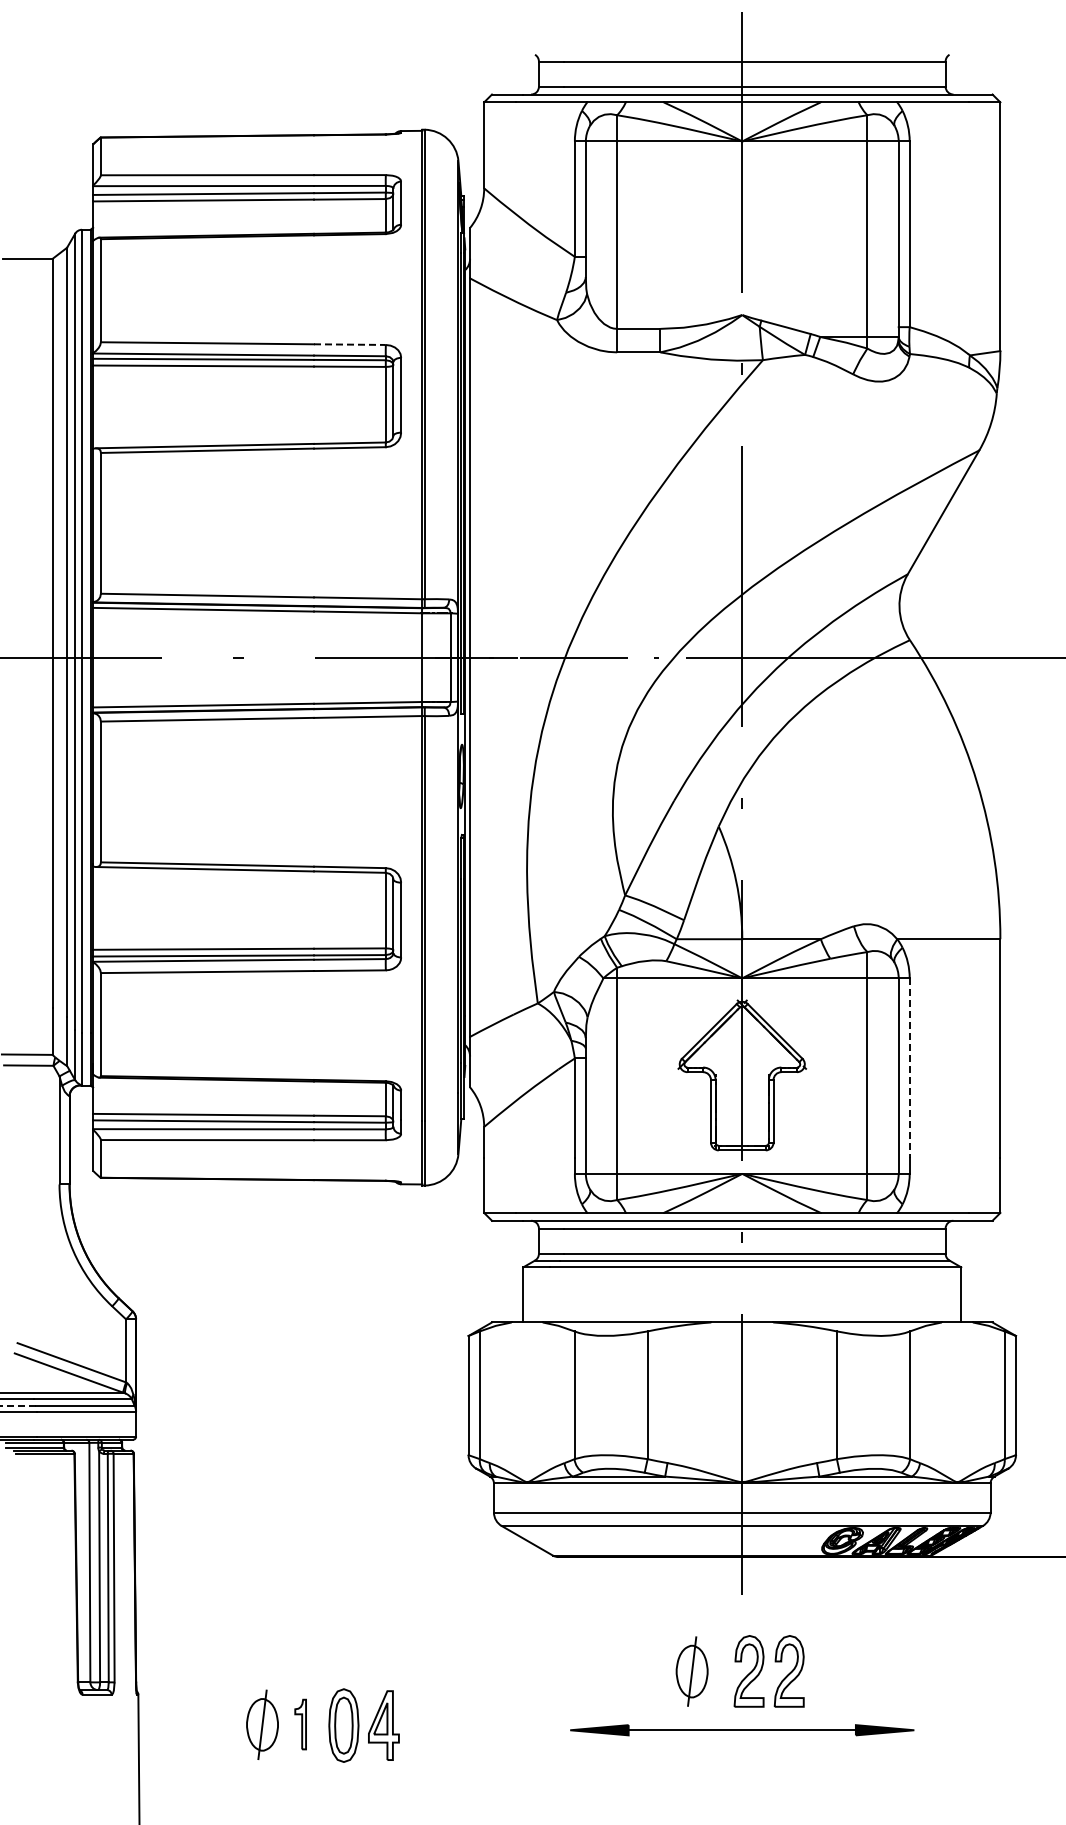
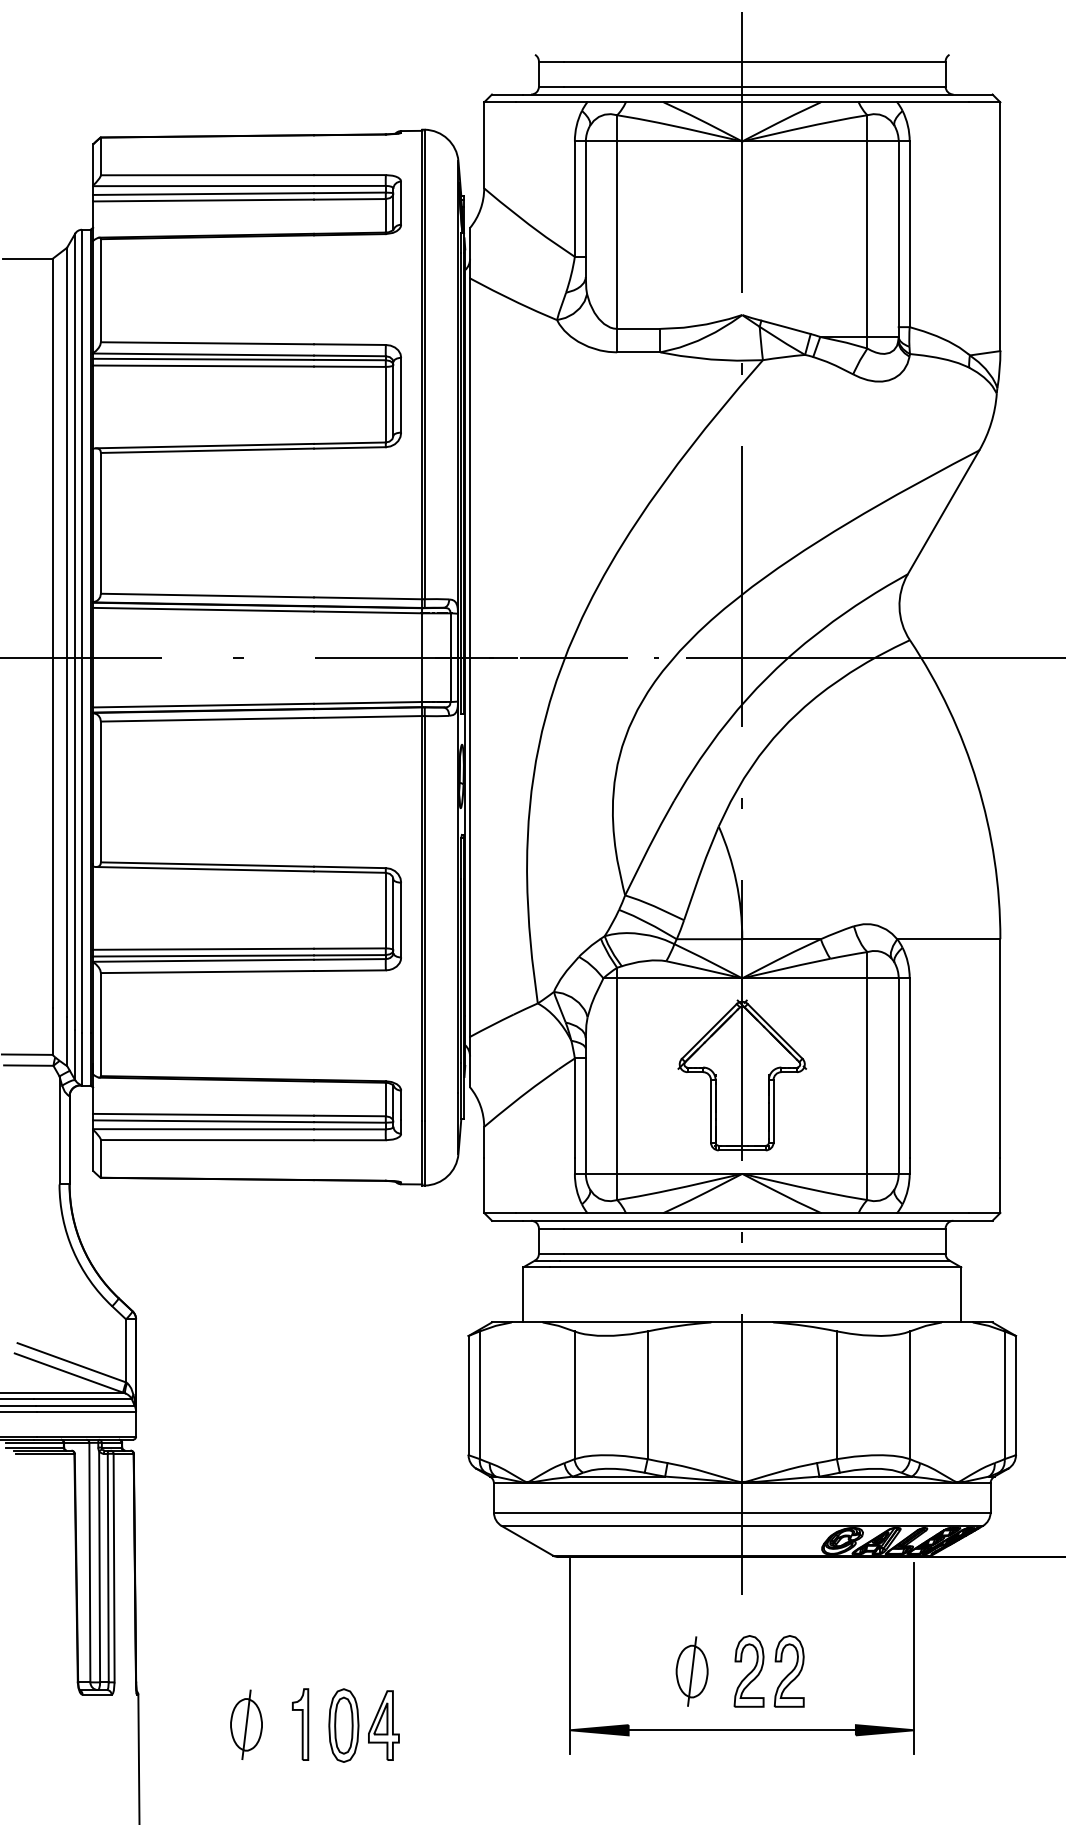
line at (349, 344): dashed -> solid
line at (909, 1068): dashed -> solid
line at (17, 1405): dashed -> solid
line at (570, 1656): none -> present
line at (914, 1658): none -> present
part at (262, 1724) position: (262, 1724) -> (246, 1724)
part at (300, 1724) size: 13x53 px -> 18x73 px
